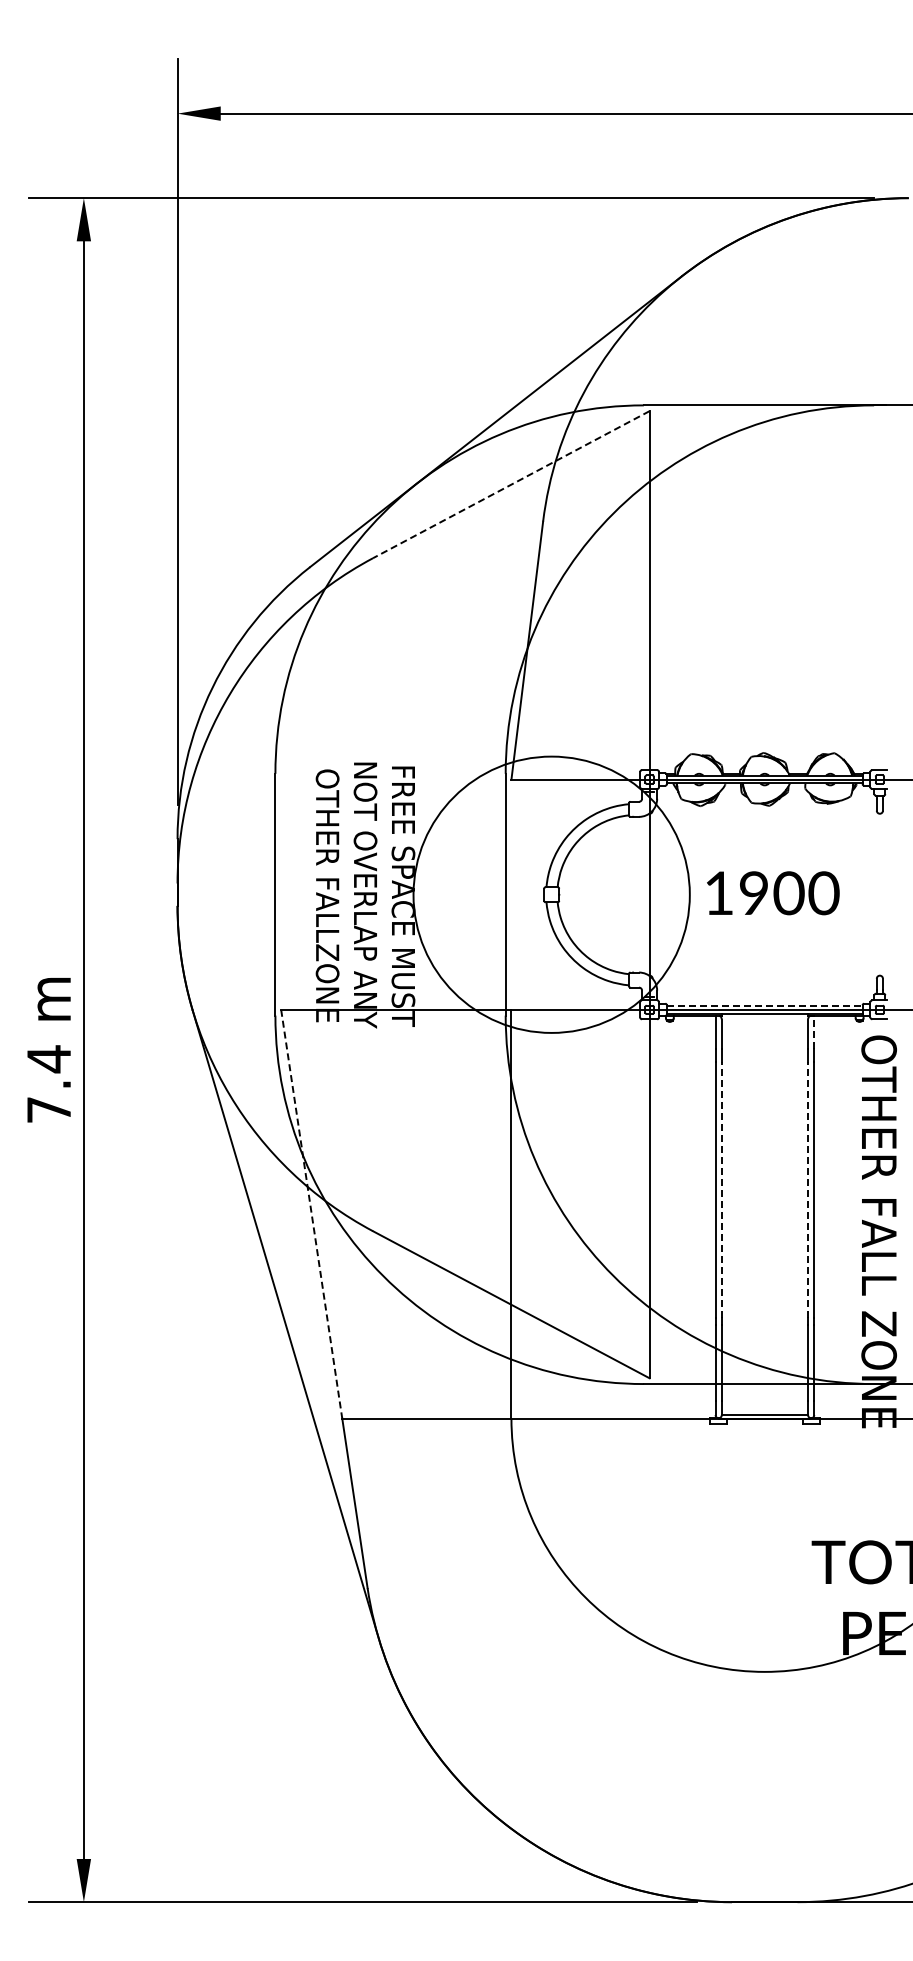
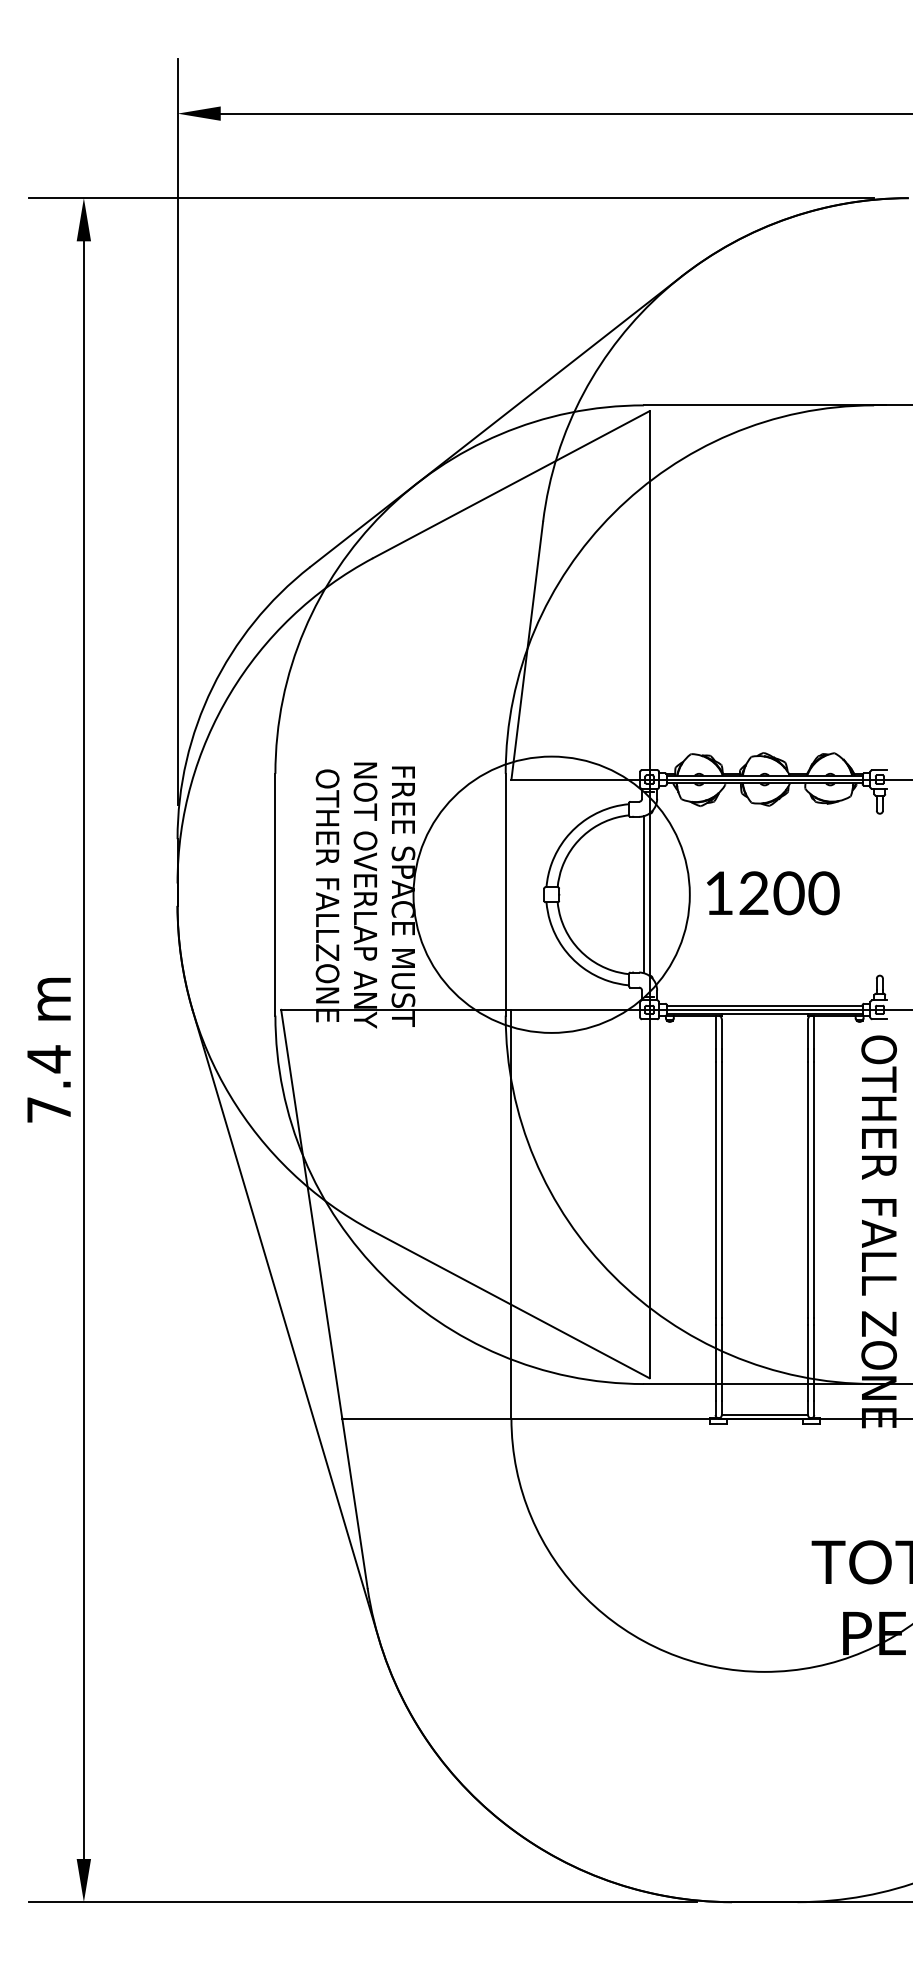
line at (511, 484): dashed -> solid
text at (753, 892): 1900 -> 1200
line at (643, 894): none -> present
line at (764, 1005): dashed -> solid
line at (814, 1032): dashed -> solid
line at (721, 1189): dashed -> solid
line at (808, 1189): dashed -> solid
line at (311, 1214): dashed -> solid
